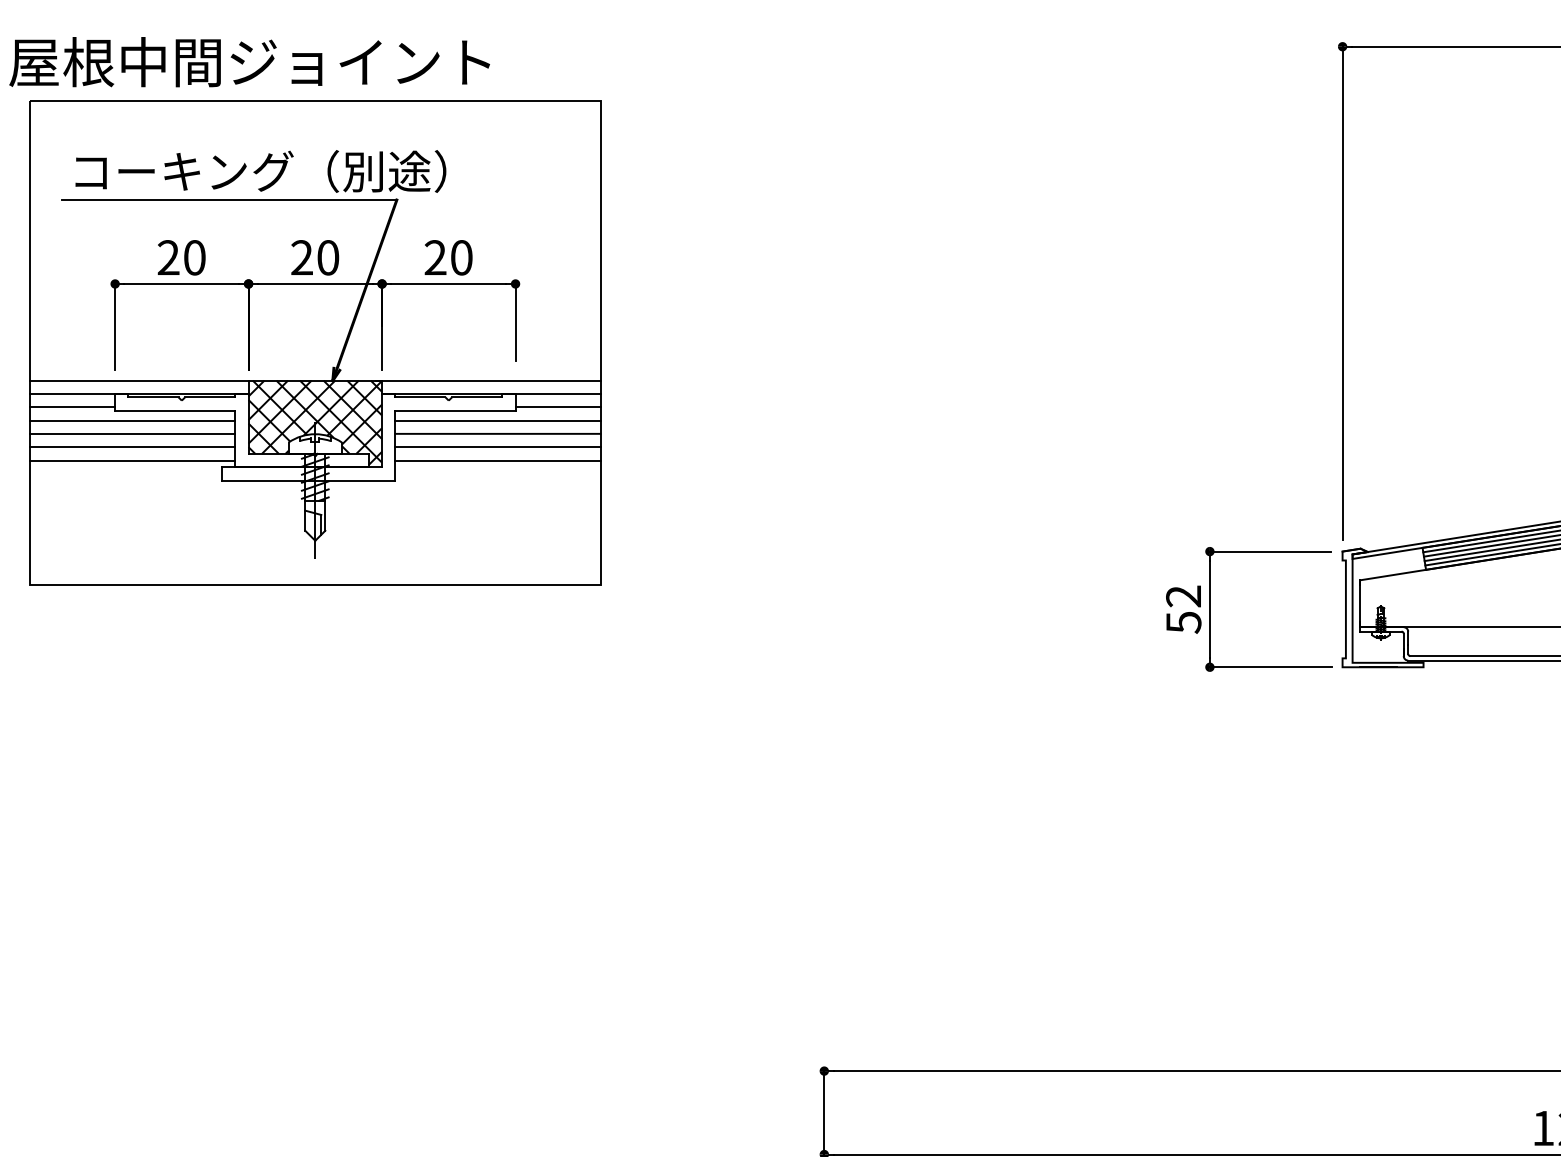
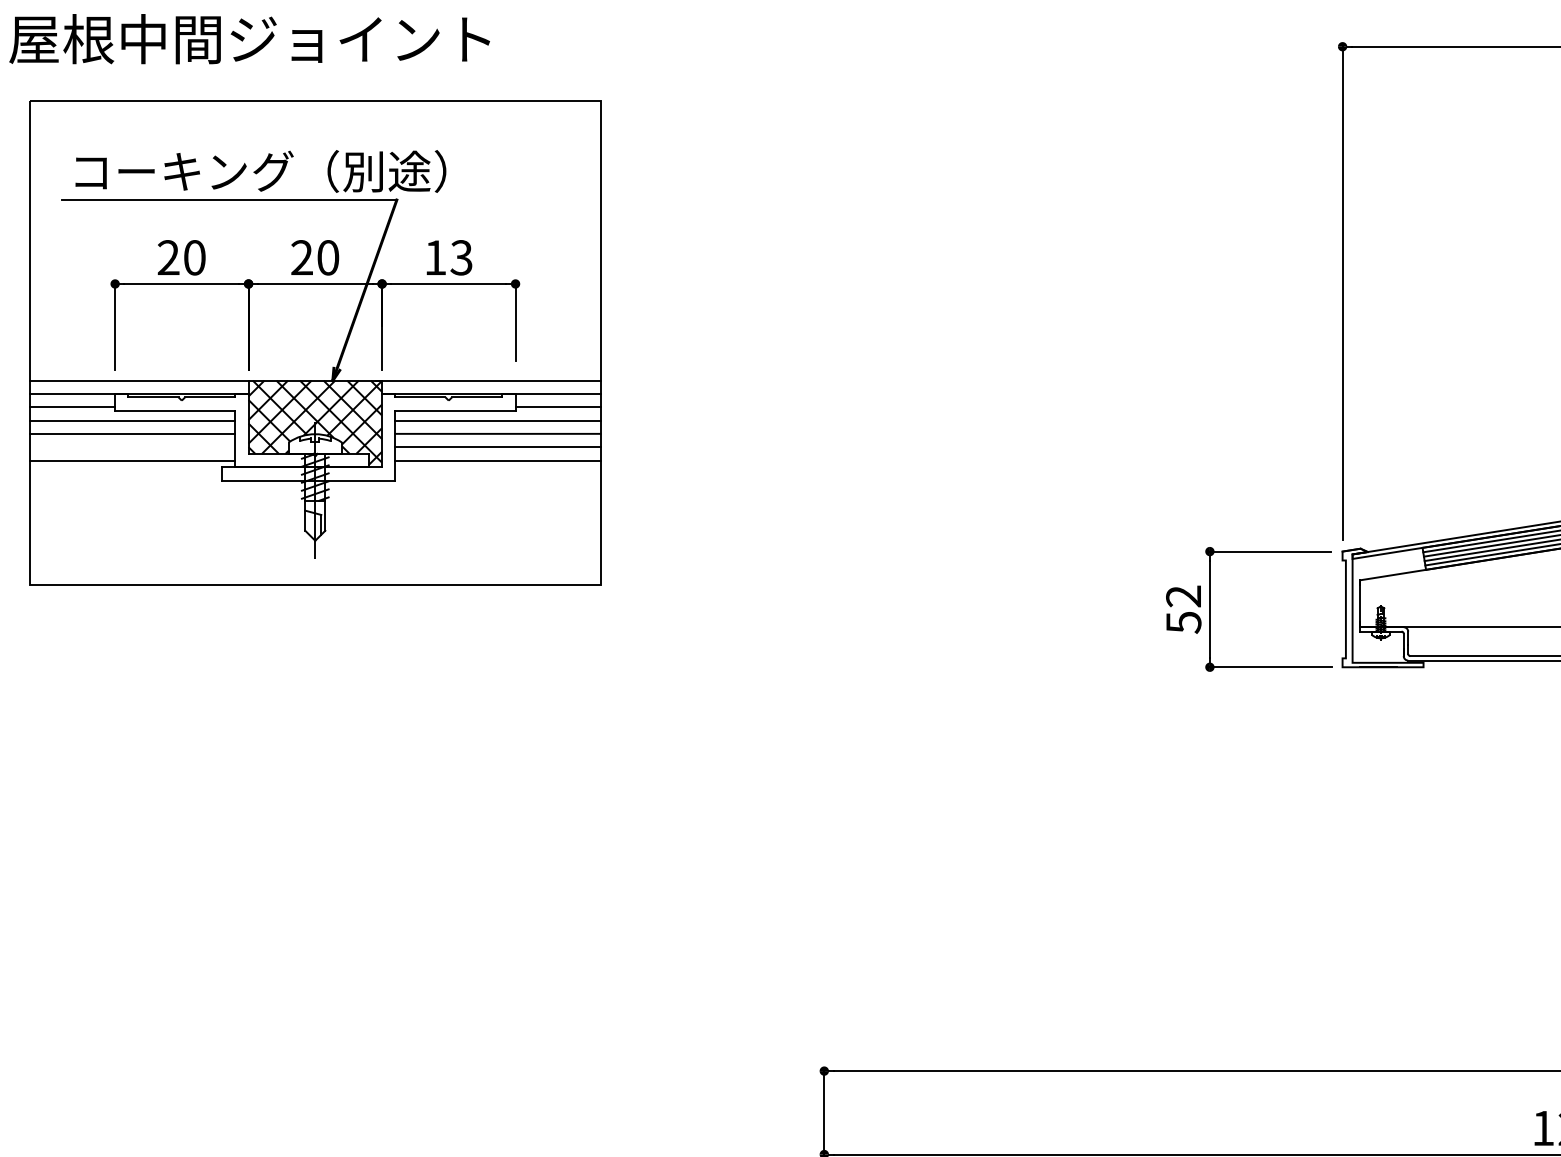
text at (249, 62) position: (249, 62) -> (249, 39)
text at (448, 257): 20 -> 13
line at (132, 447): present -> none
